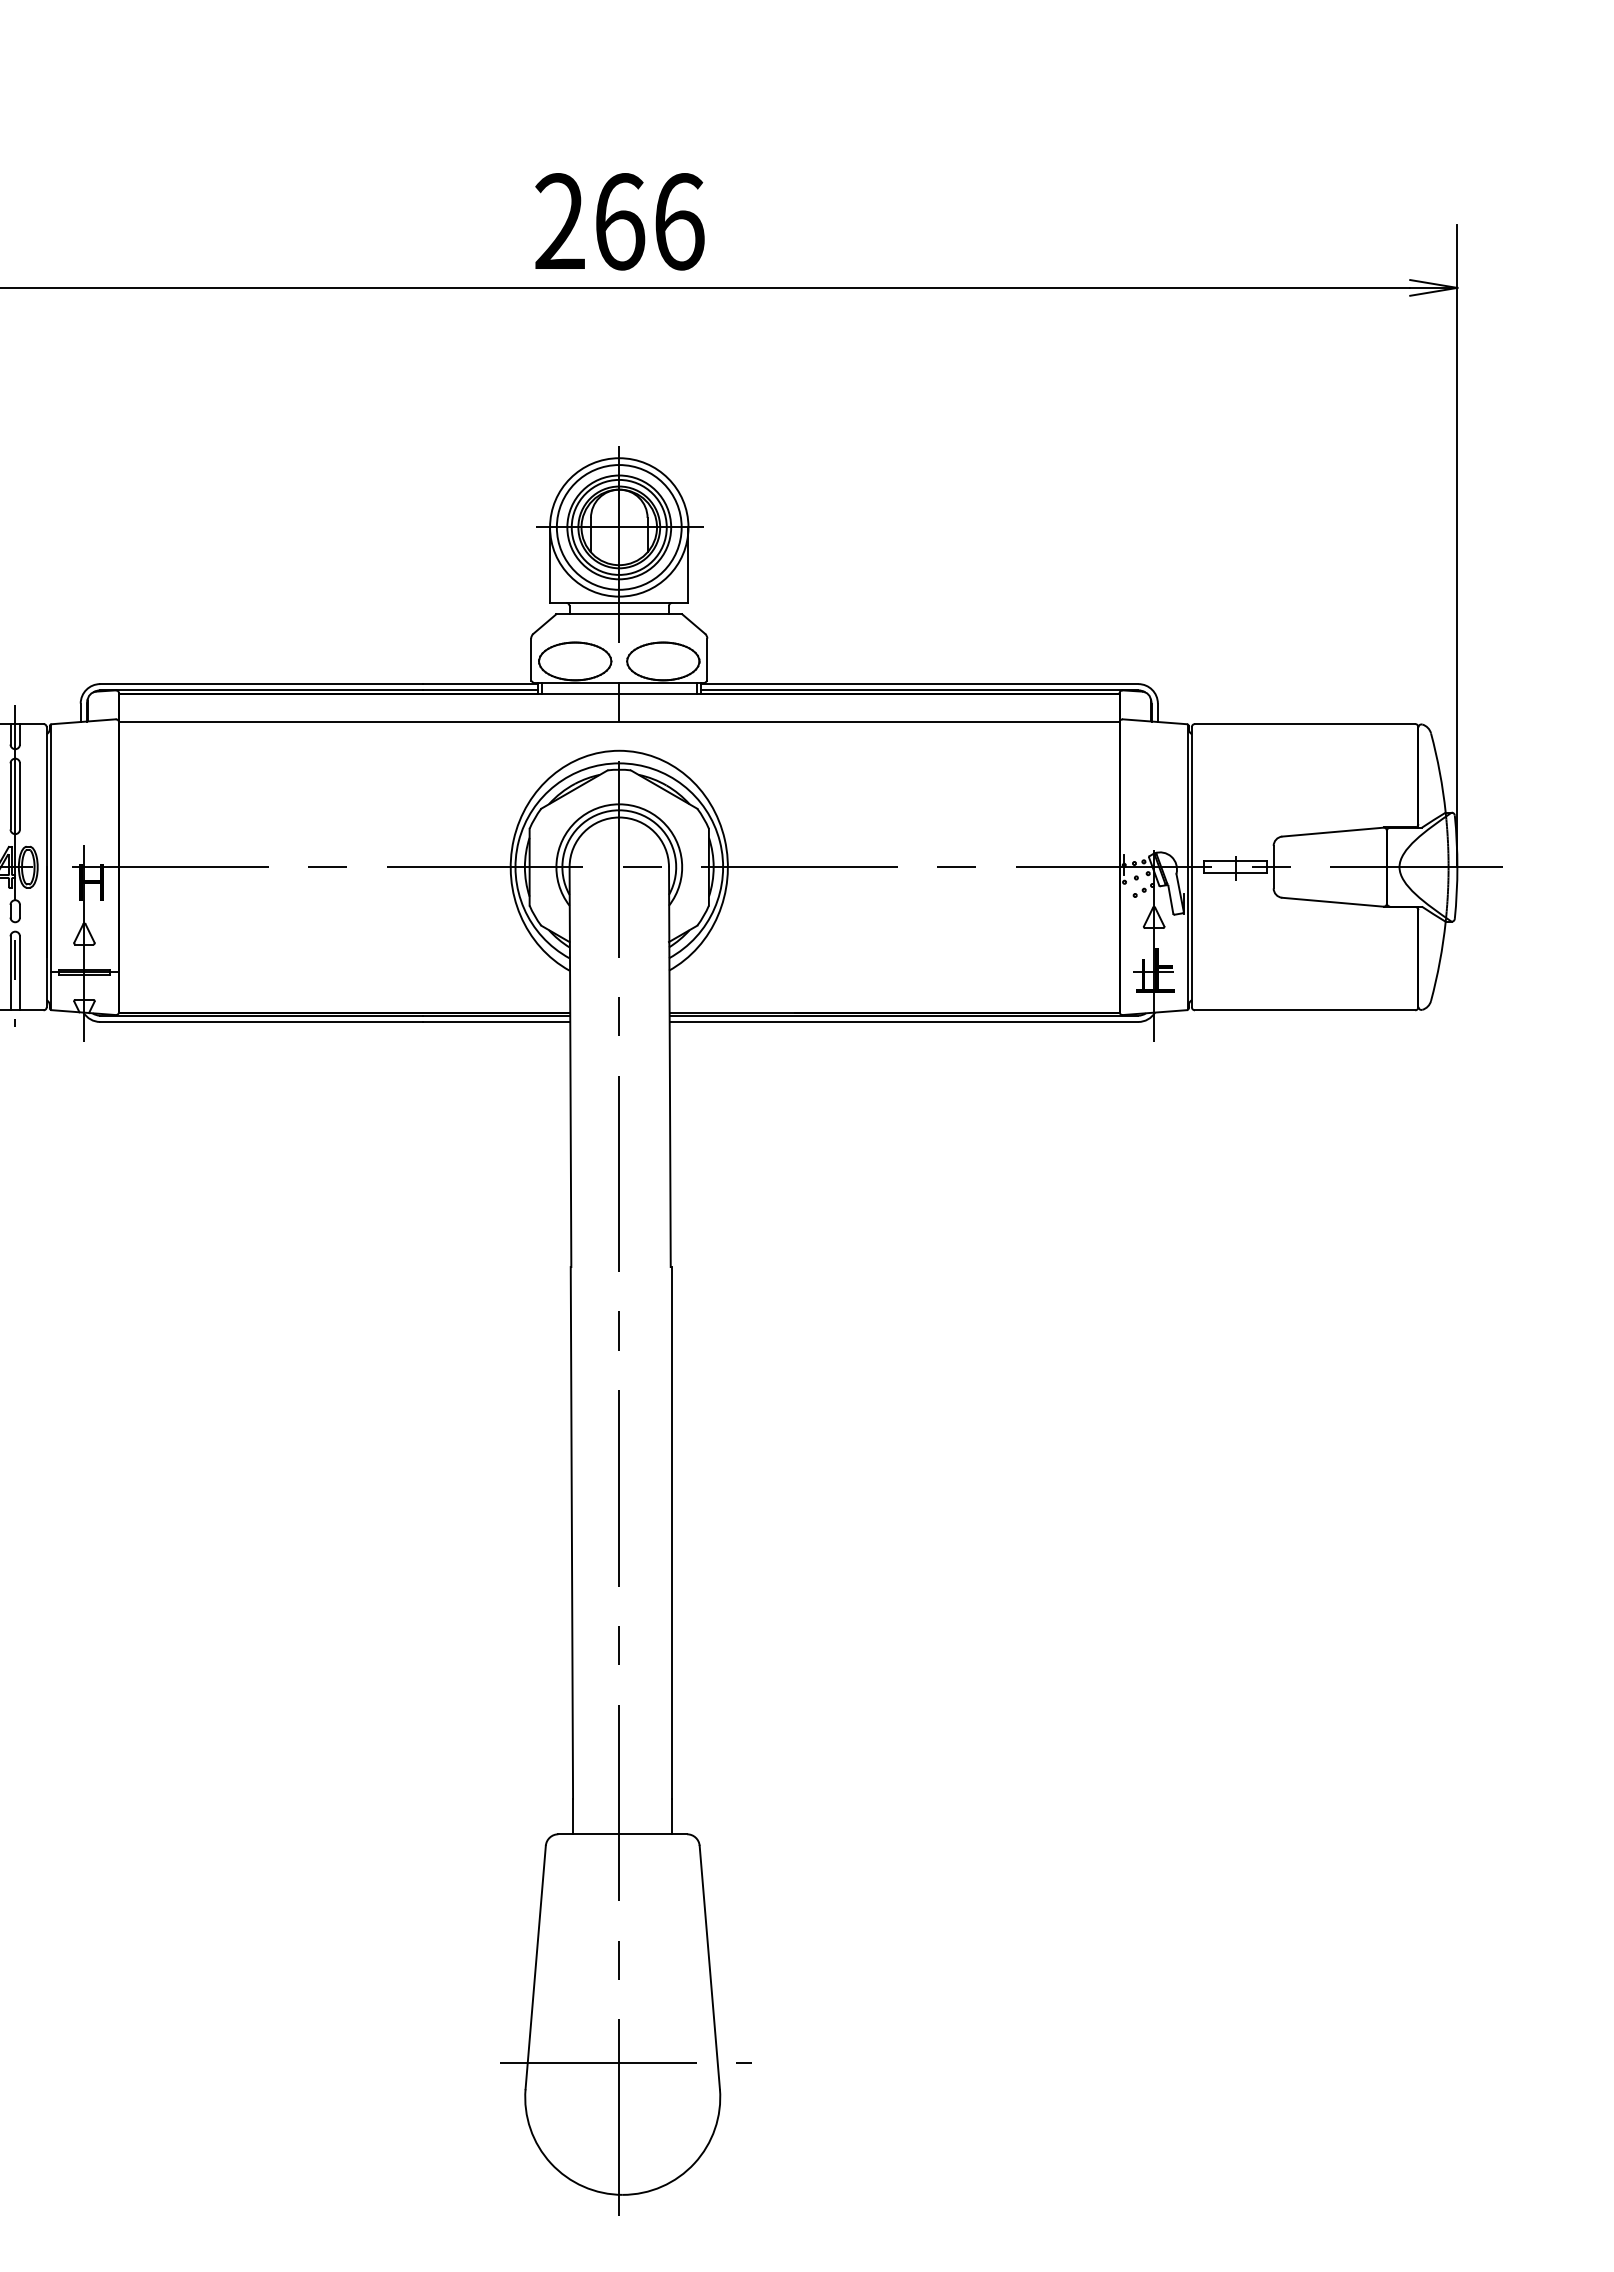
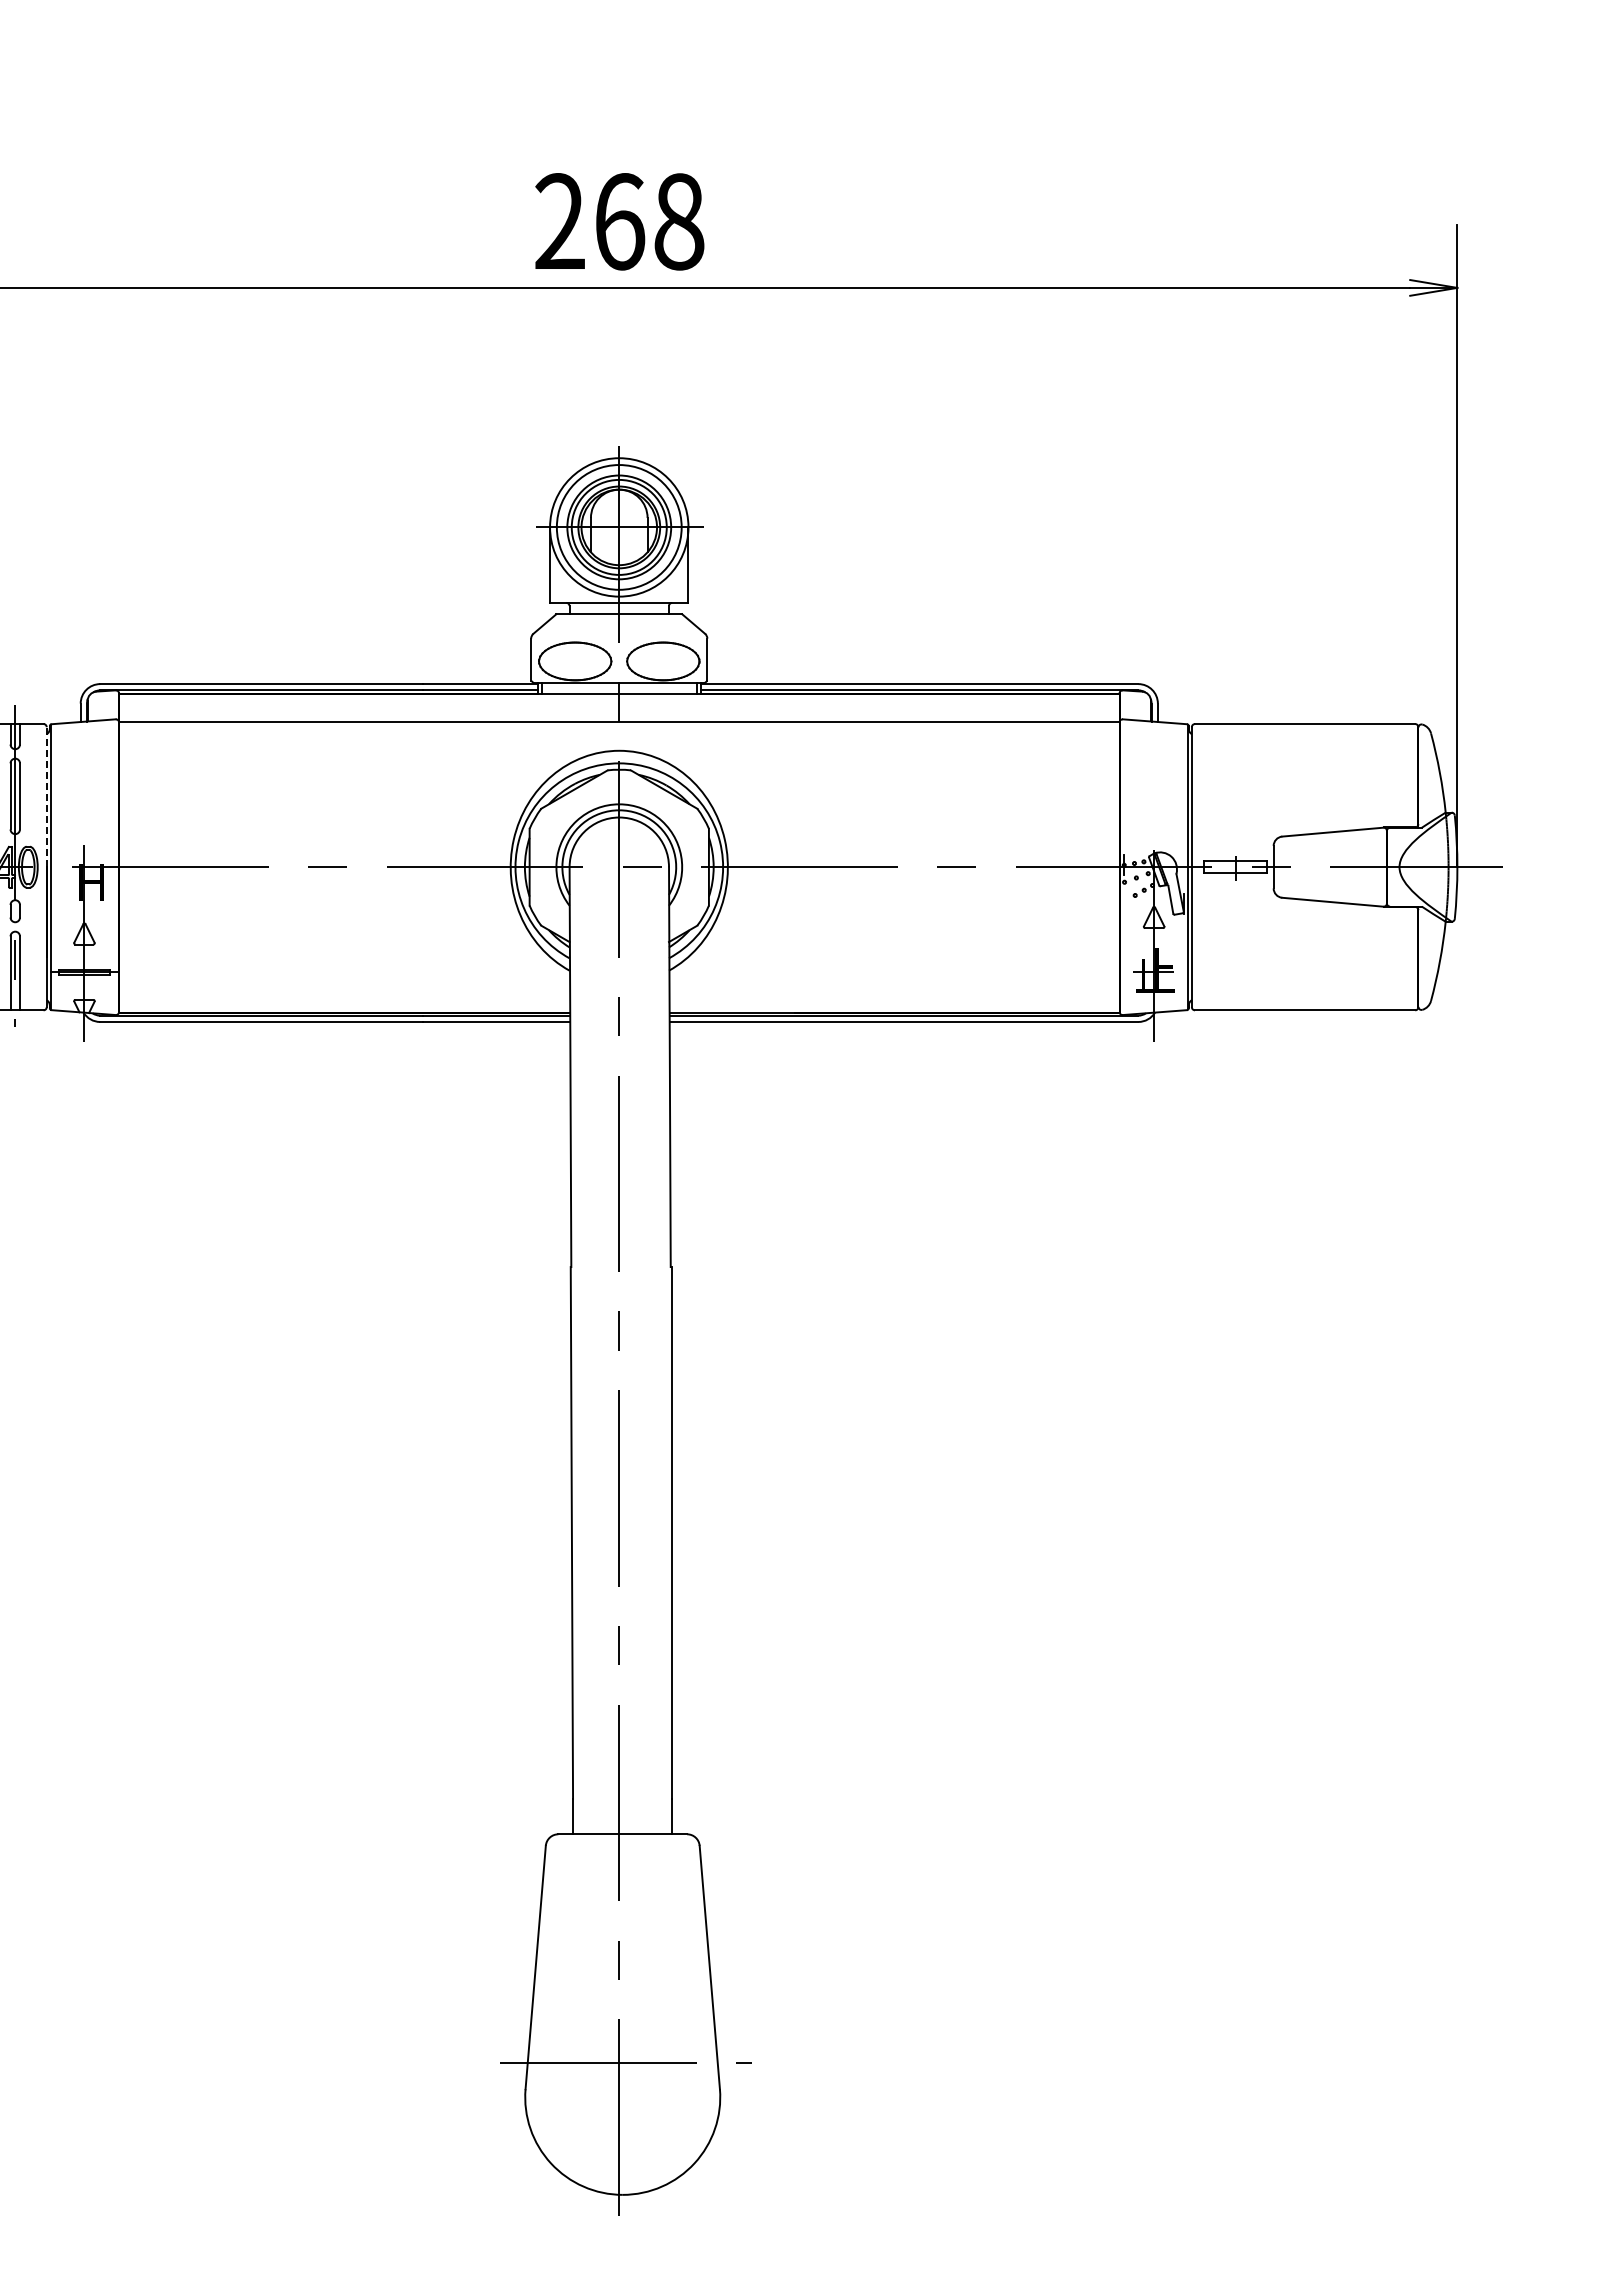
text at (679, 221): 266 -> 268
line at (46, 797): solid -> dashed
